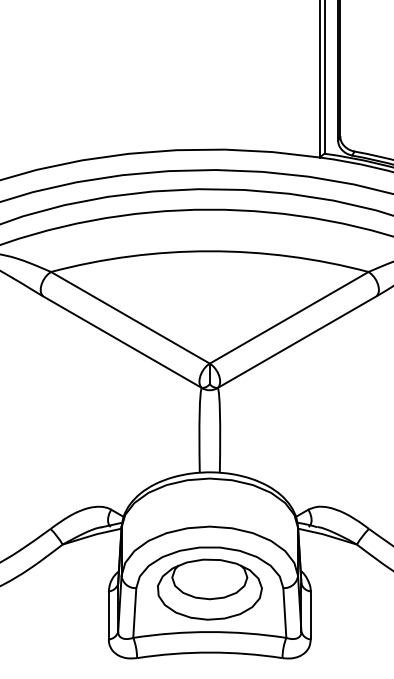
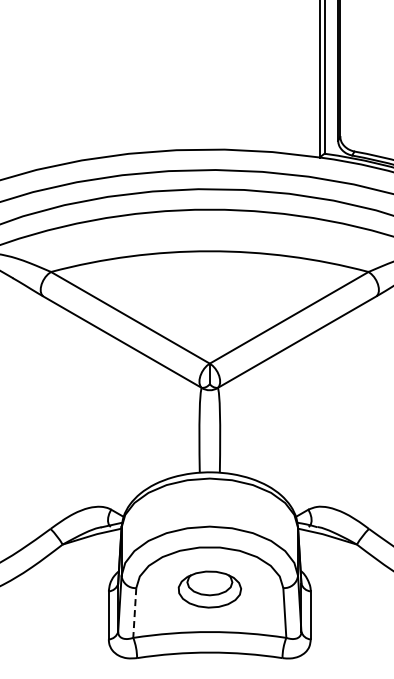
part at (209, 589) size: 106x63 px -> 65x39 px
line at (134, 613): solid -> dashed
